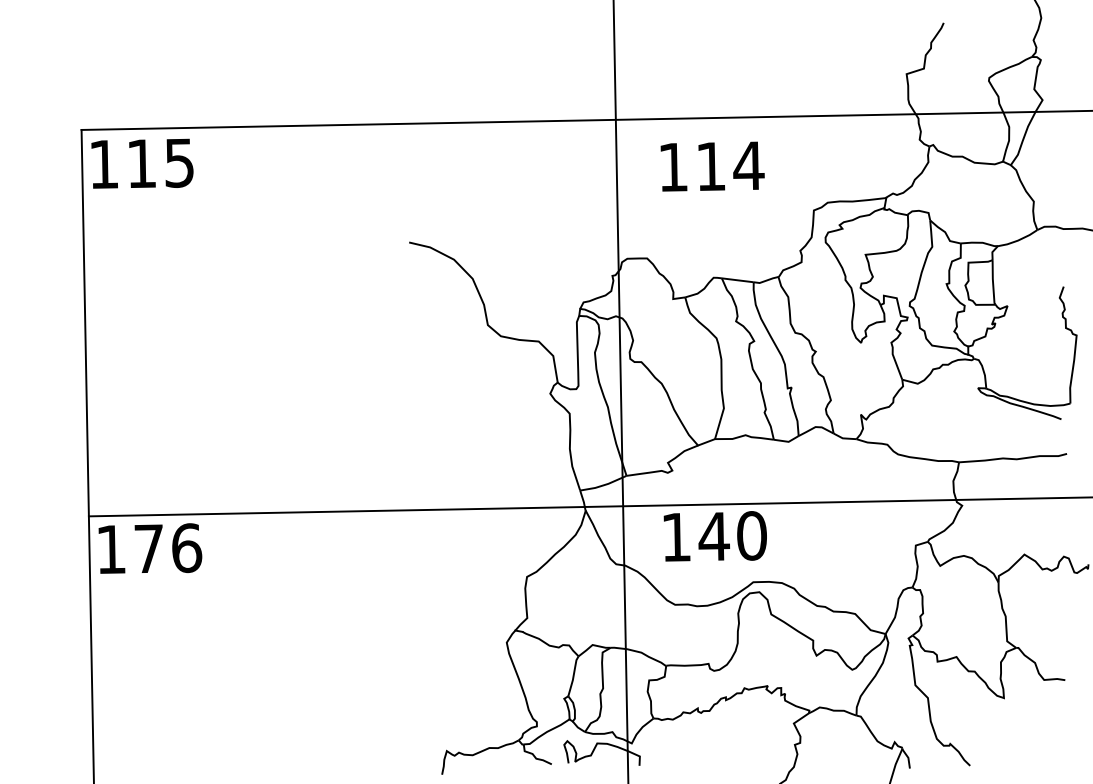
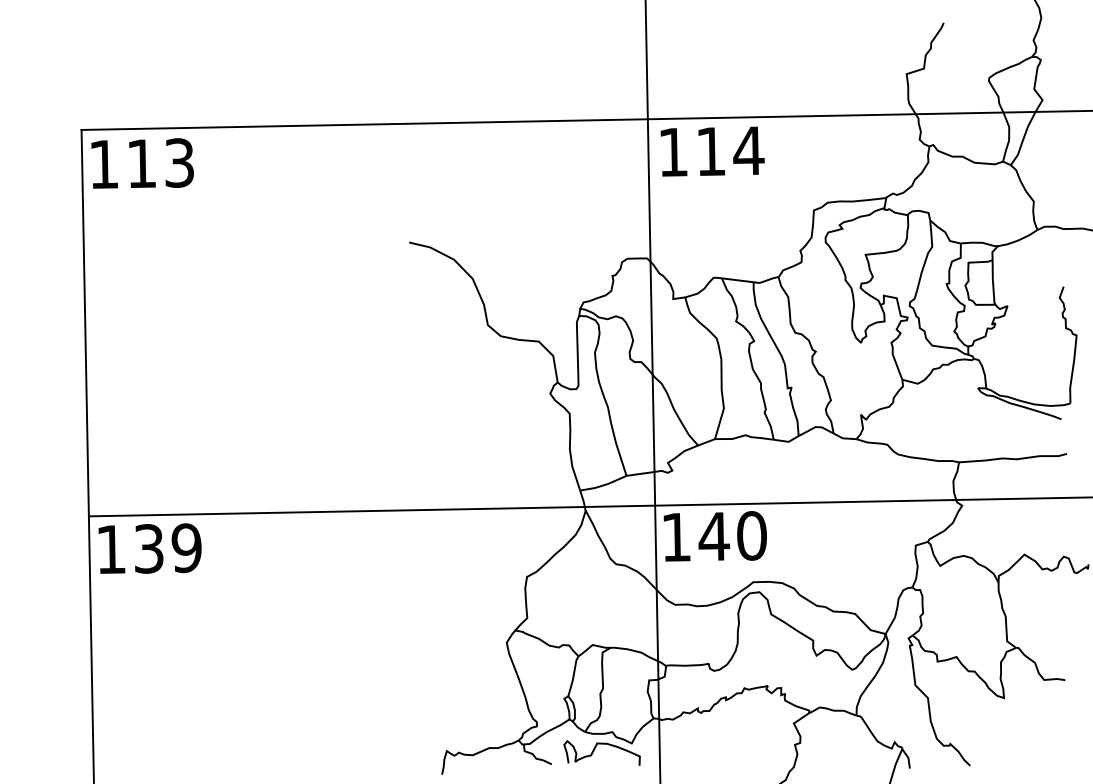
text at (179, 162): 115 -> 113
text at (712, 166) position: (712, 166) -> (712, 151)
line at (620, 391) position: (620, 391) -> (652, 391)
text at (168, 548): 176 -> 139
